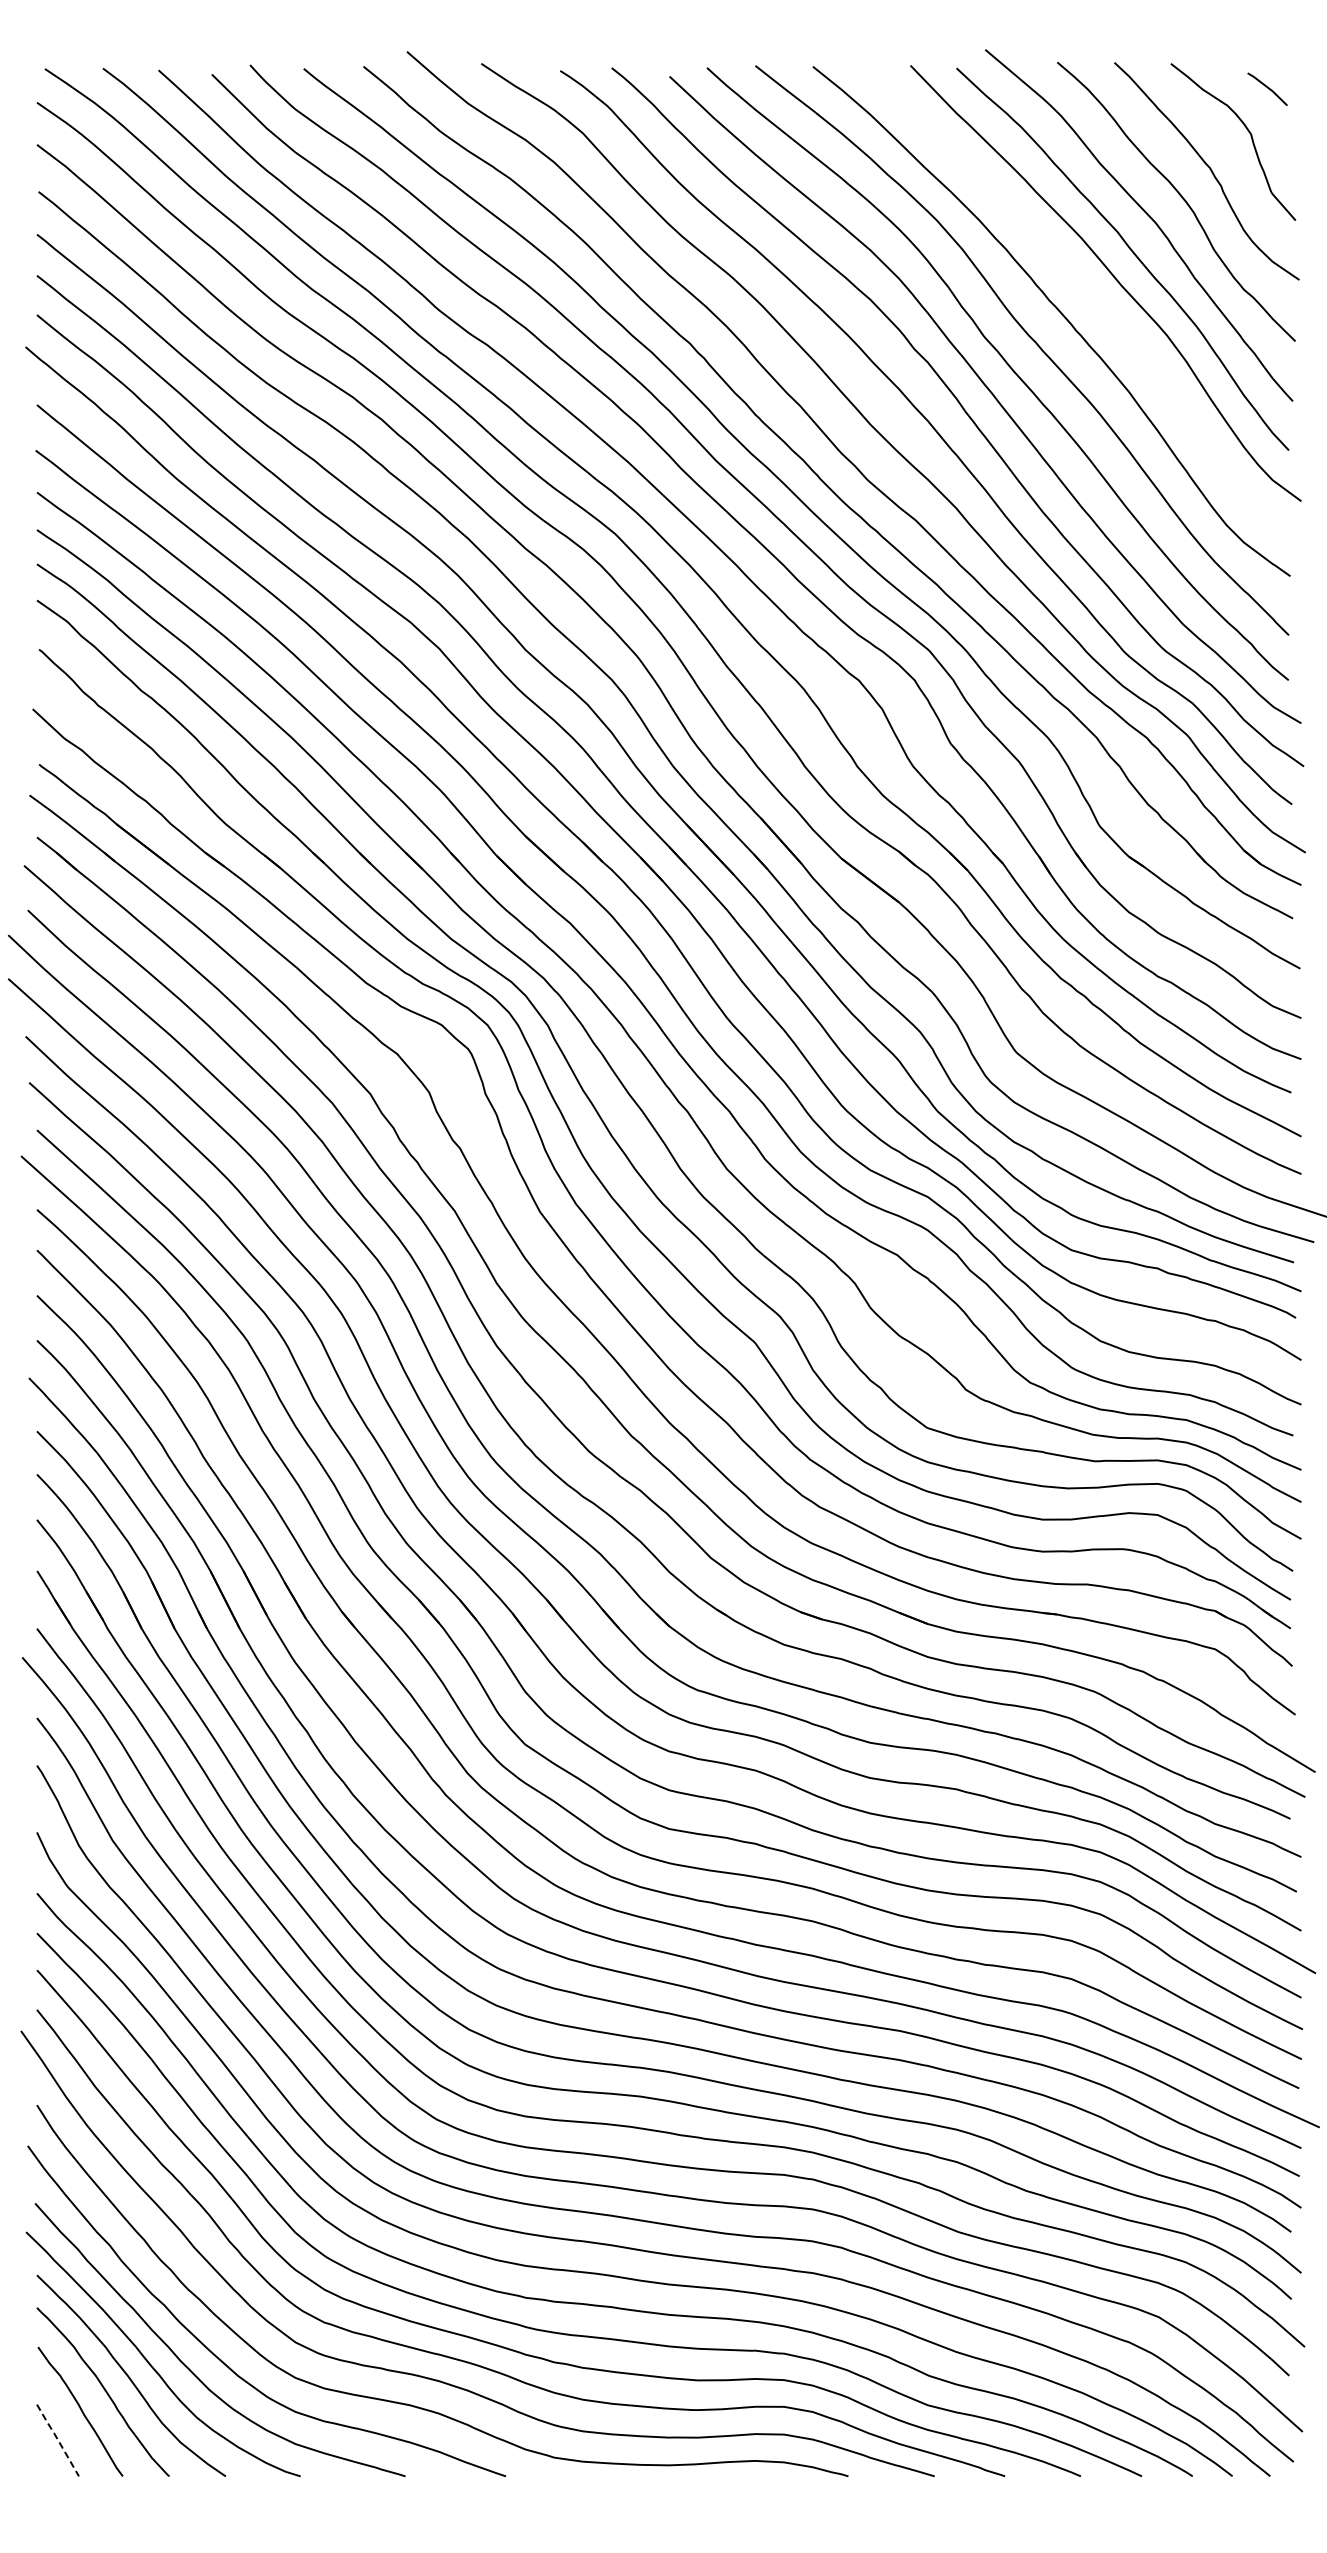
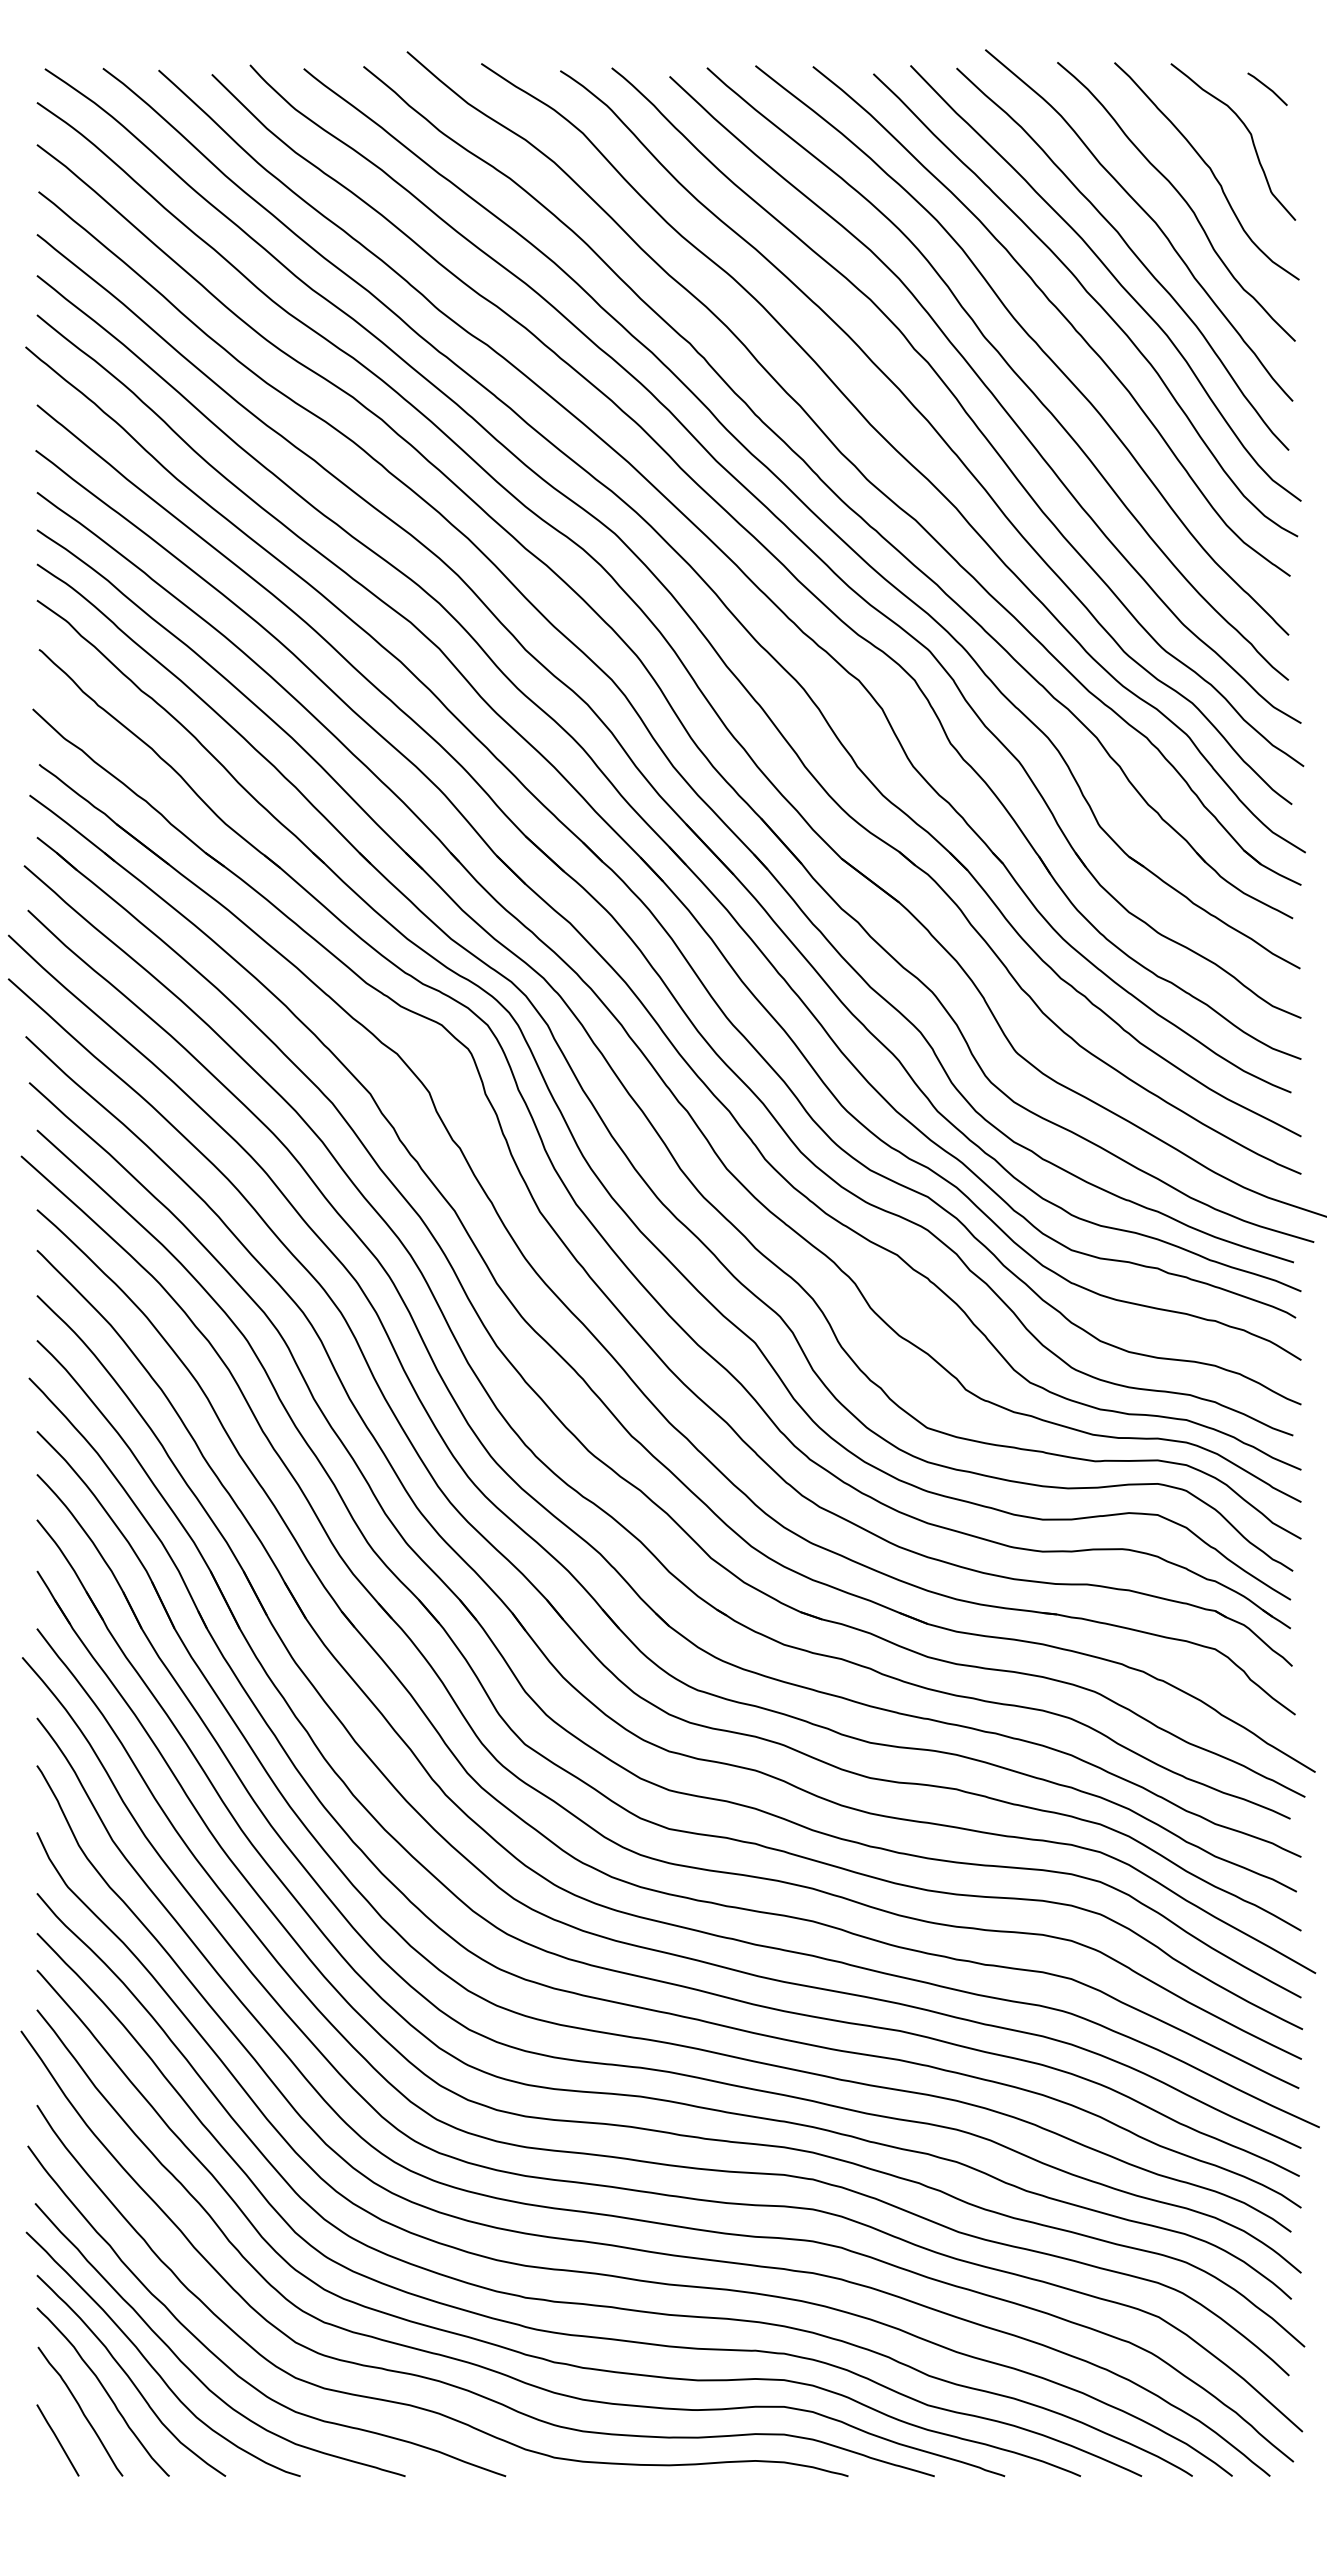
curve at (1092, 298): none -> present
line at (57, 2439): dashed -> solid
